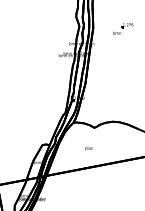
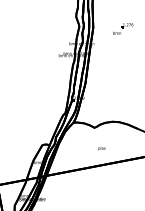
text at (88, 148) position: (88, 148) -> (101, 148)
